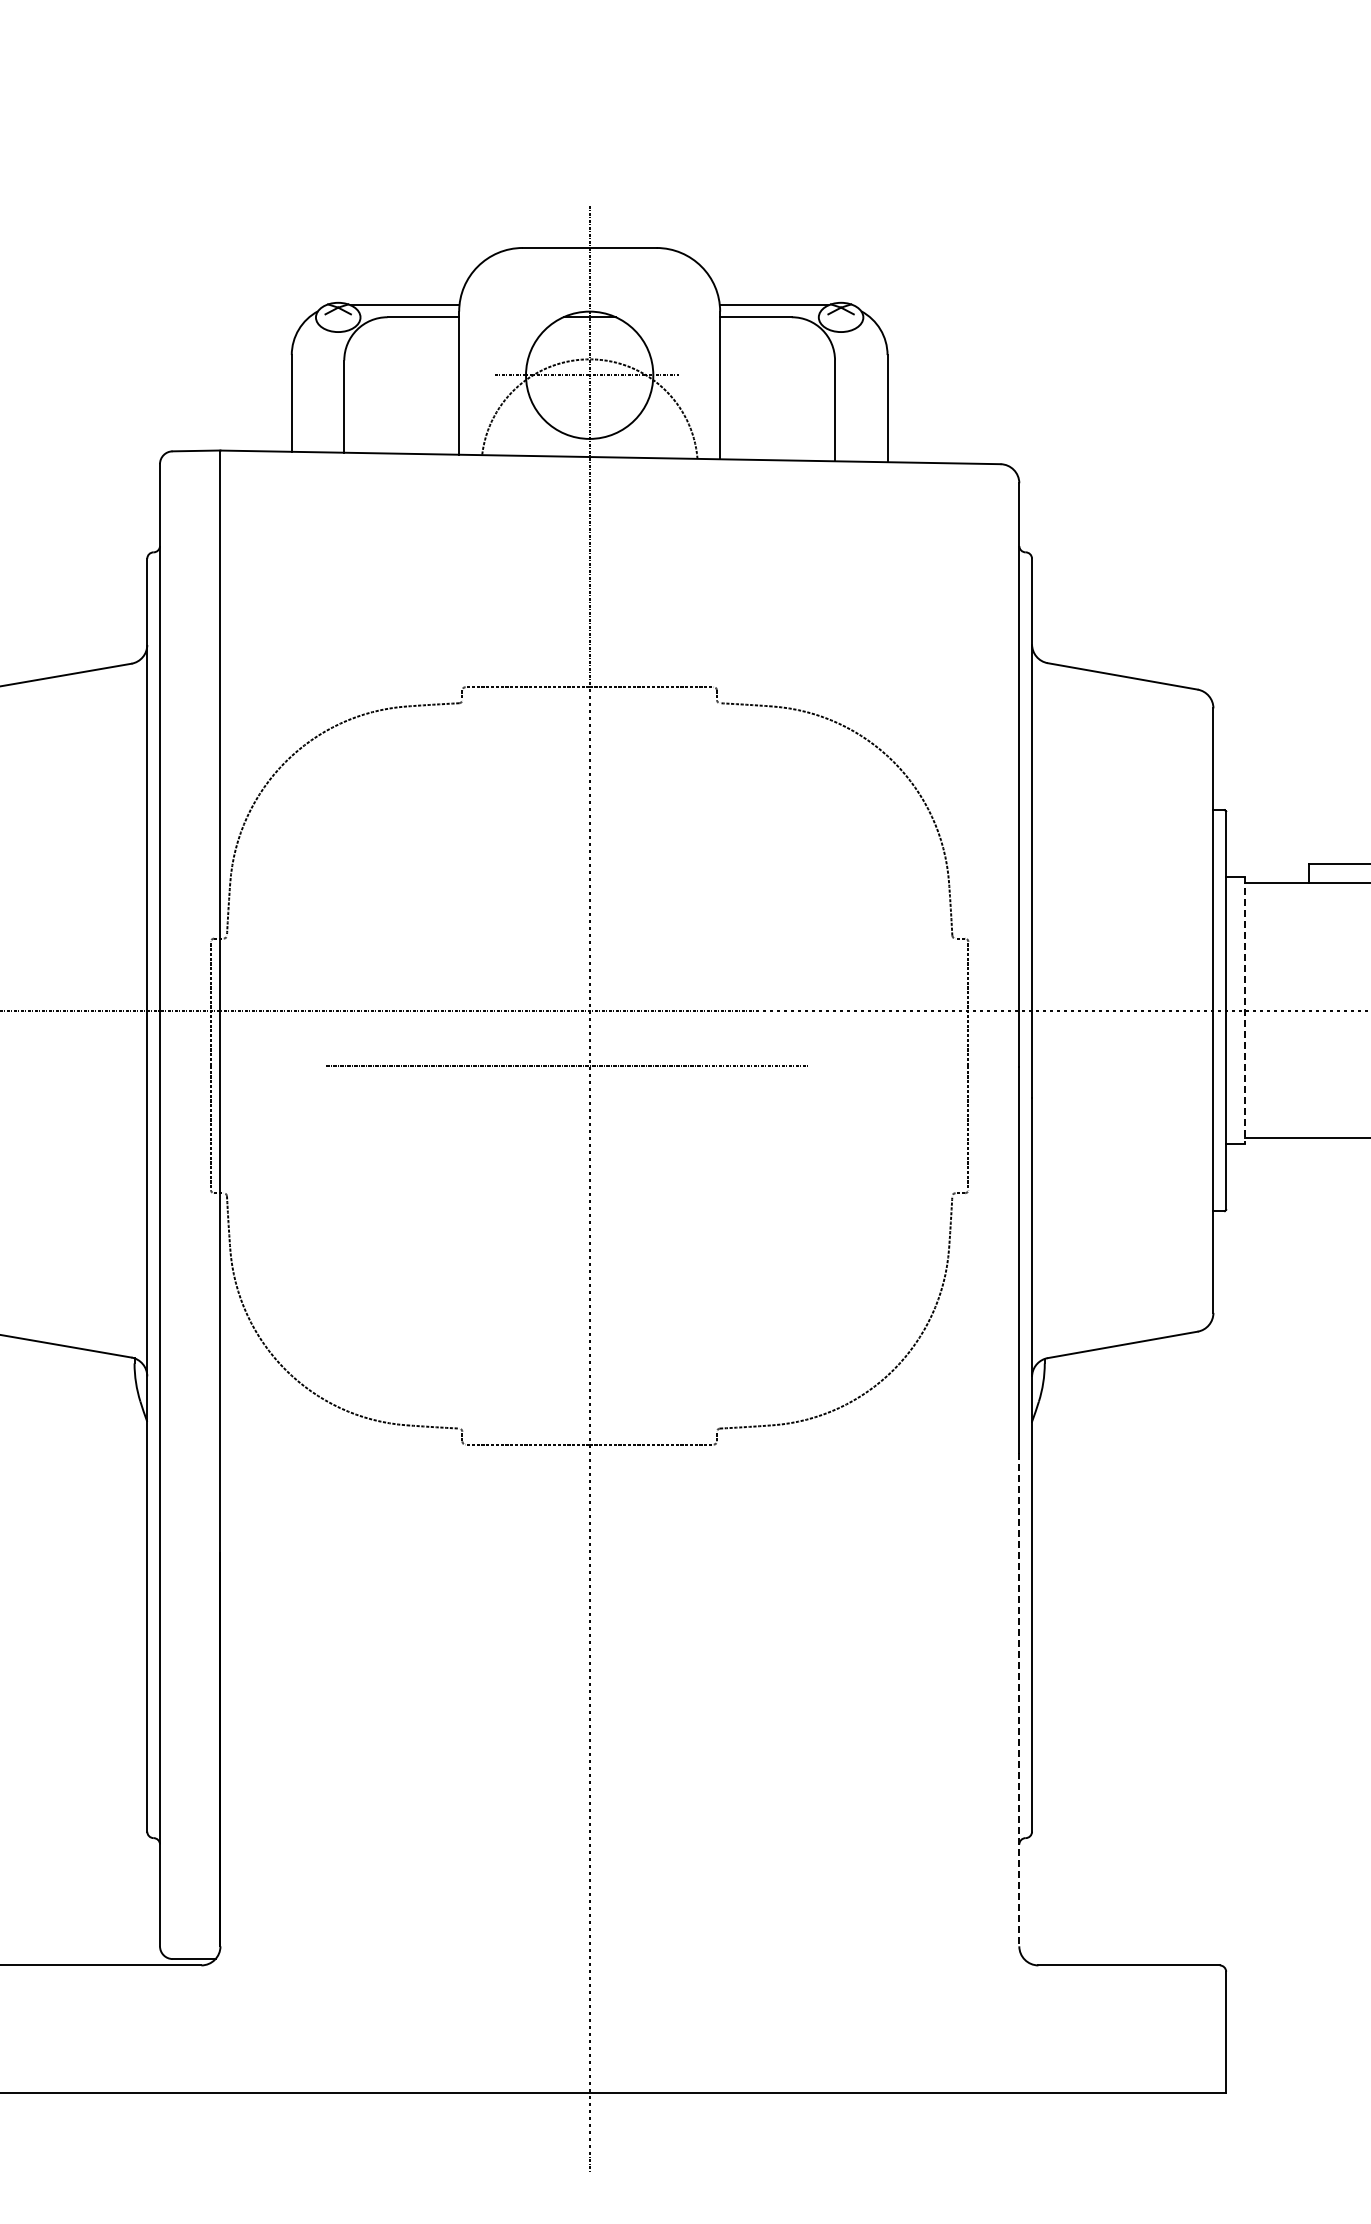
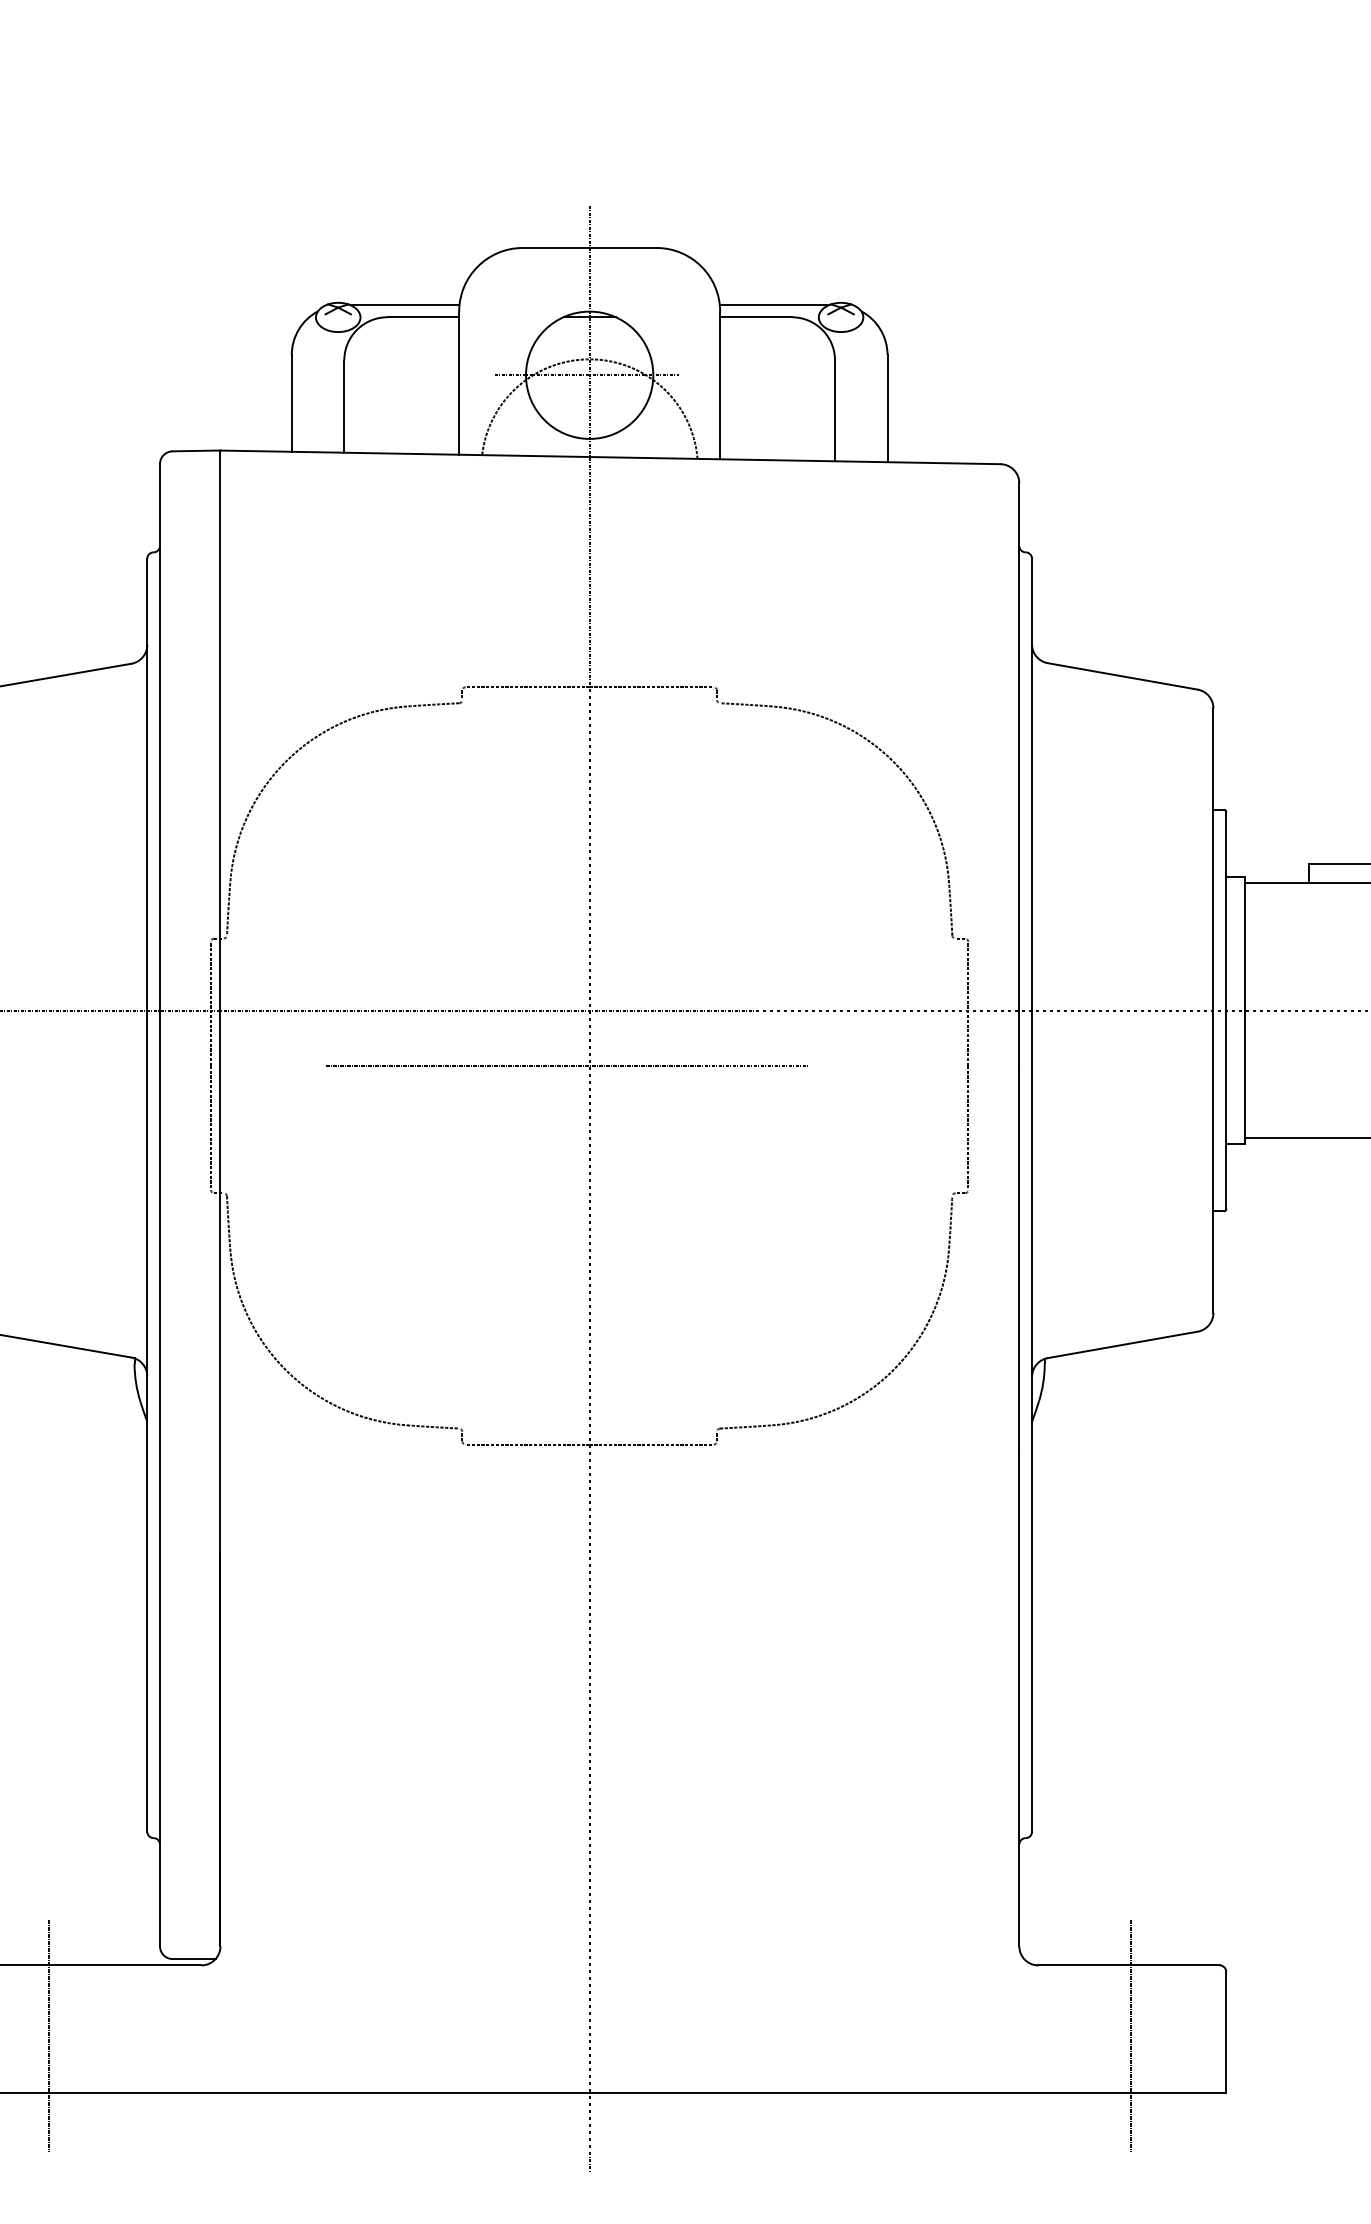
line at (1245, 1010): dashed -> solid
line at (1019, 1699): dashed -> solid
line at (48, 2035): none -> present
line at (1130, 2035): none -> present
